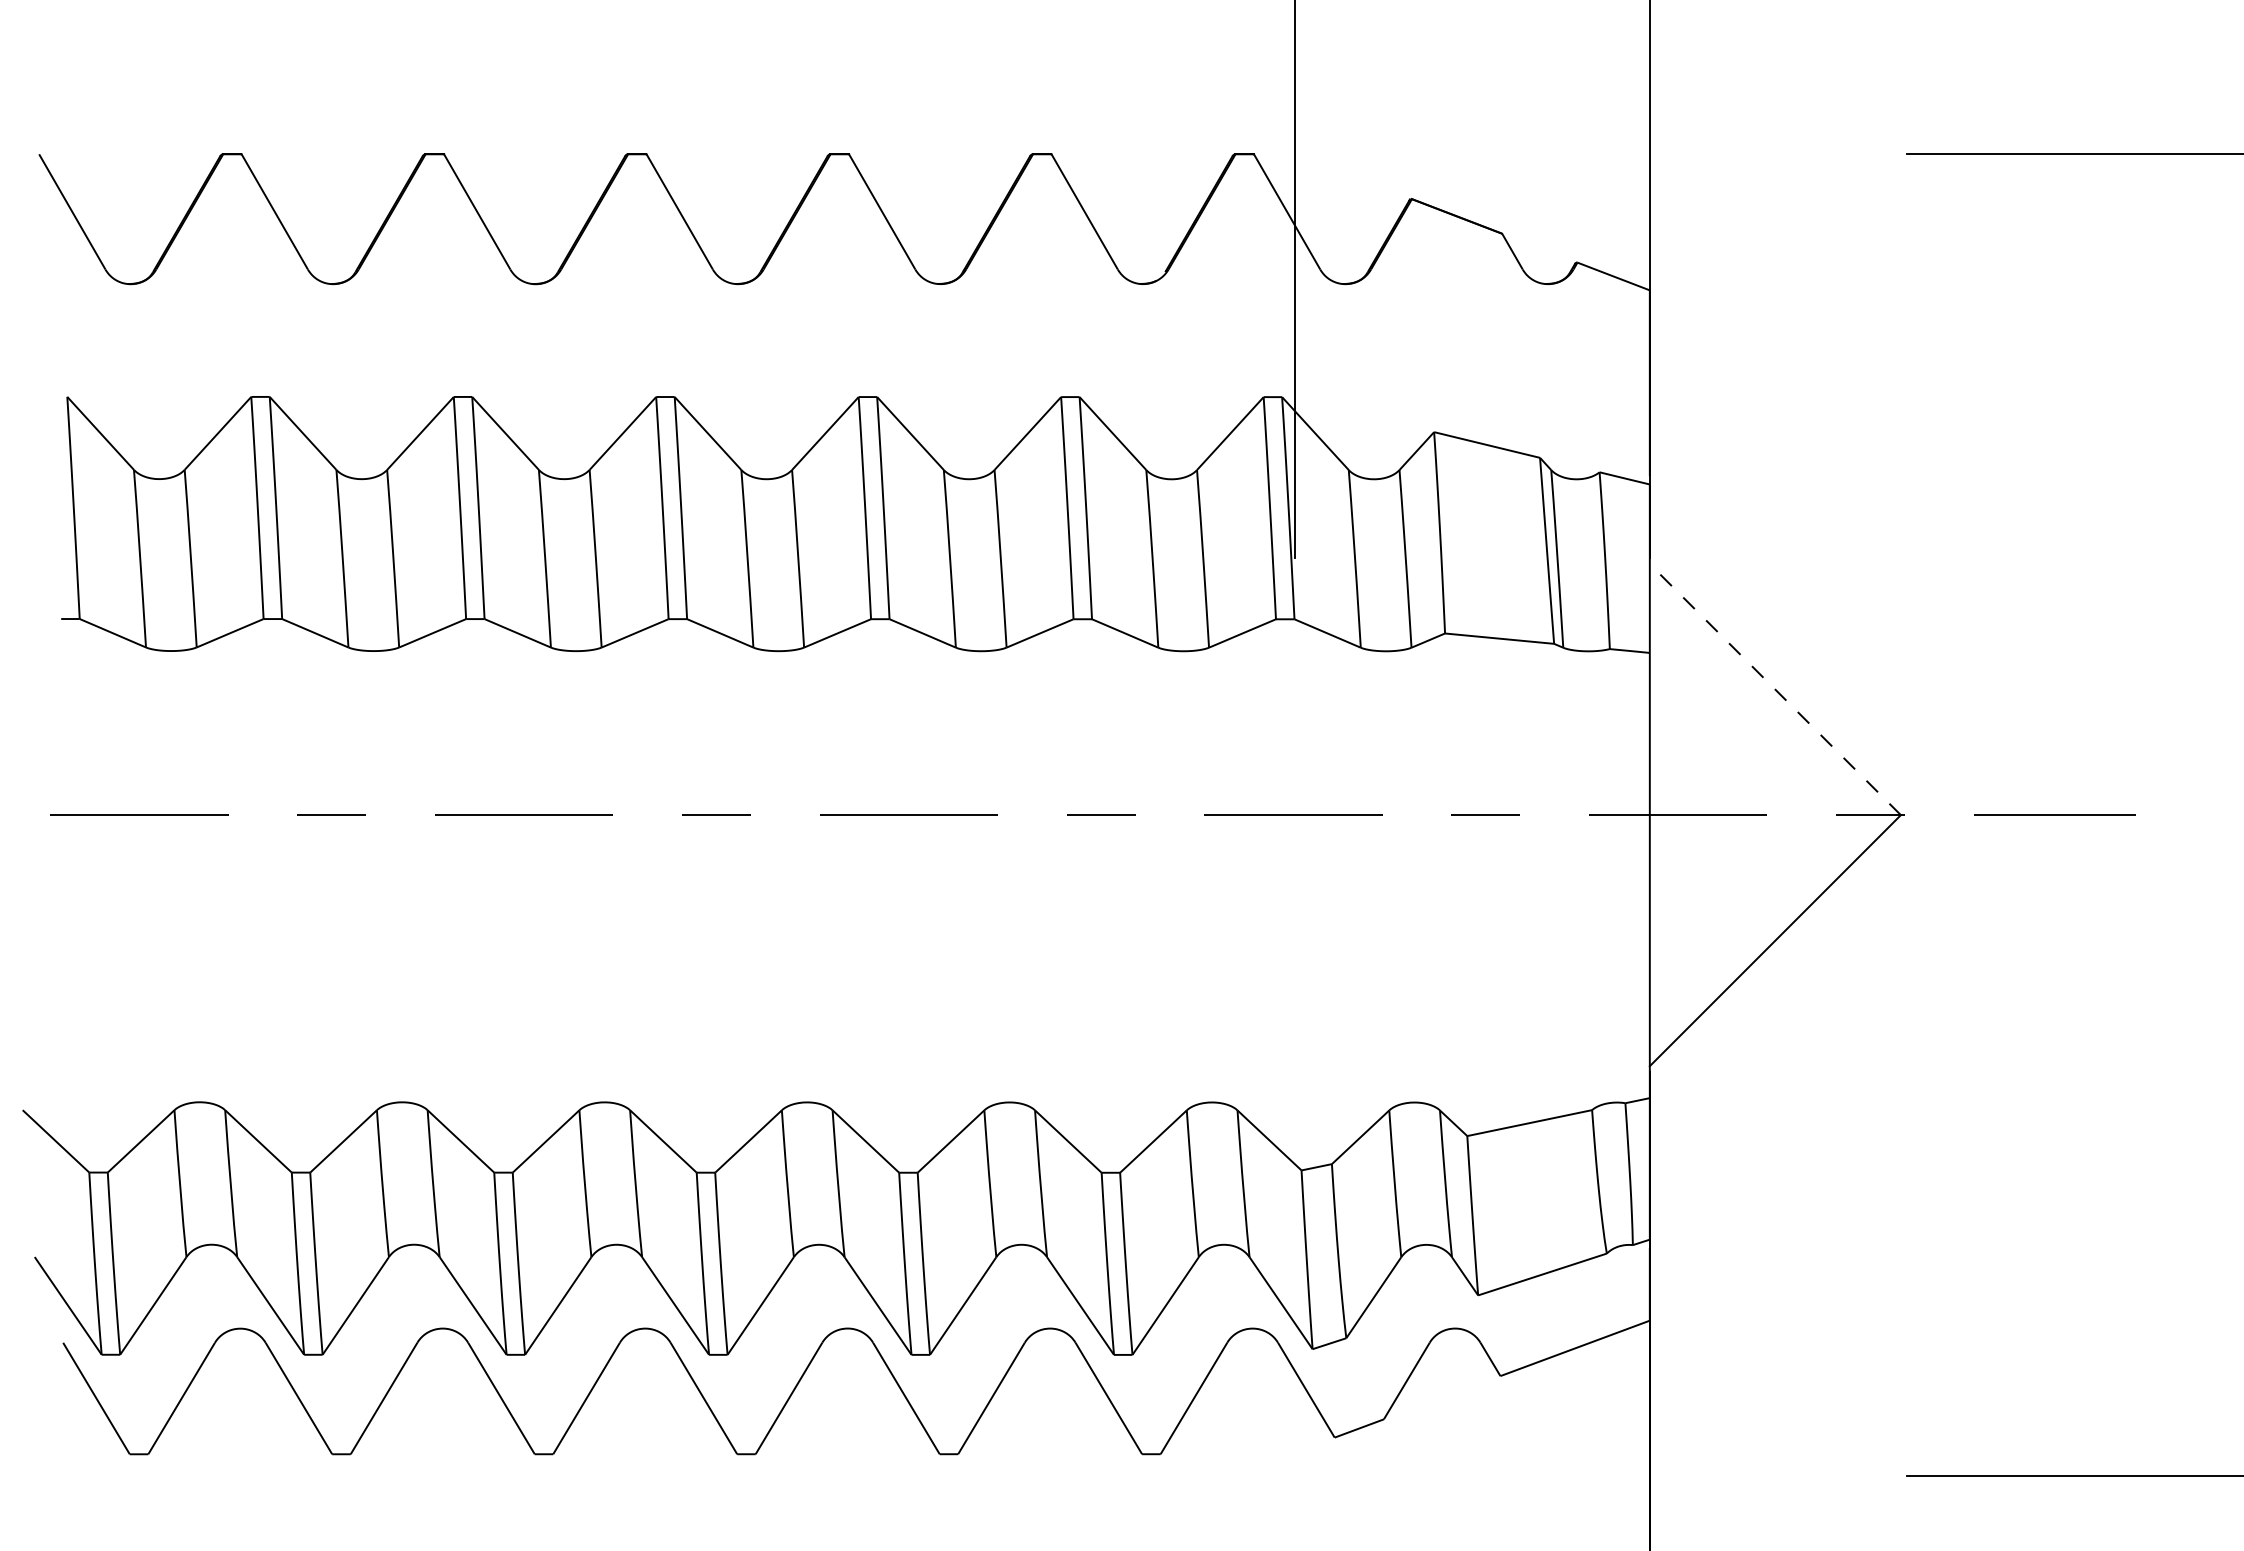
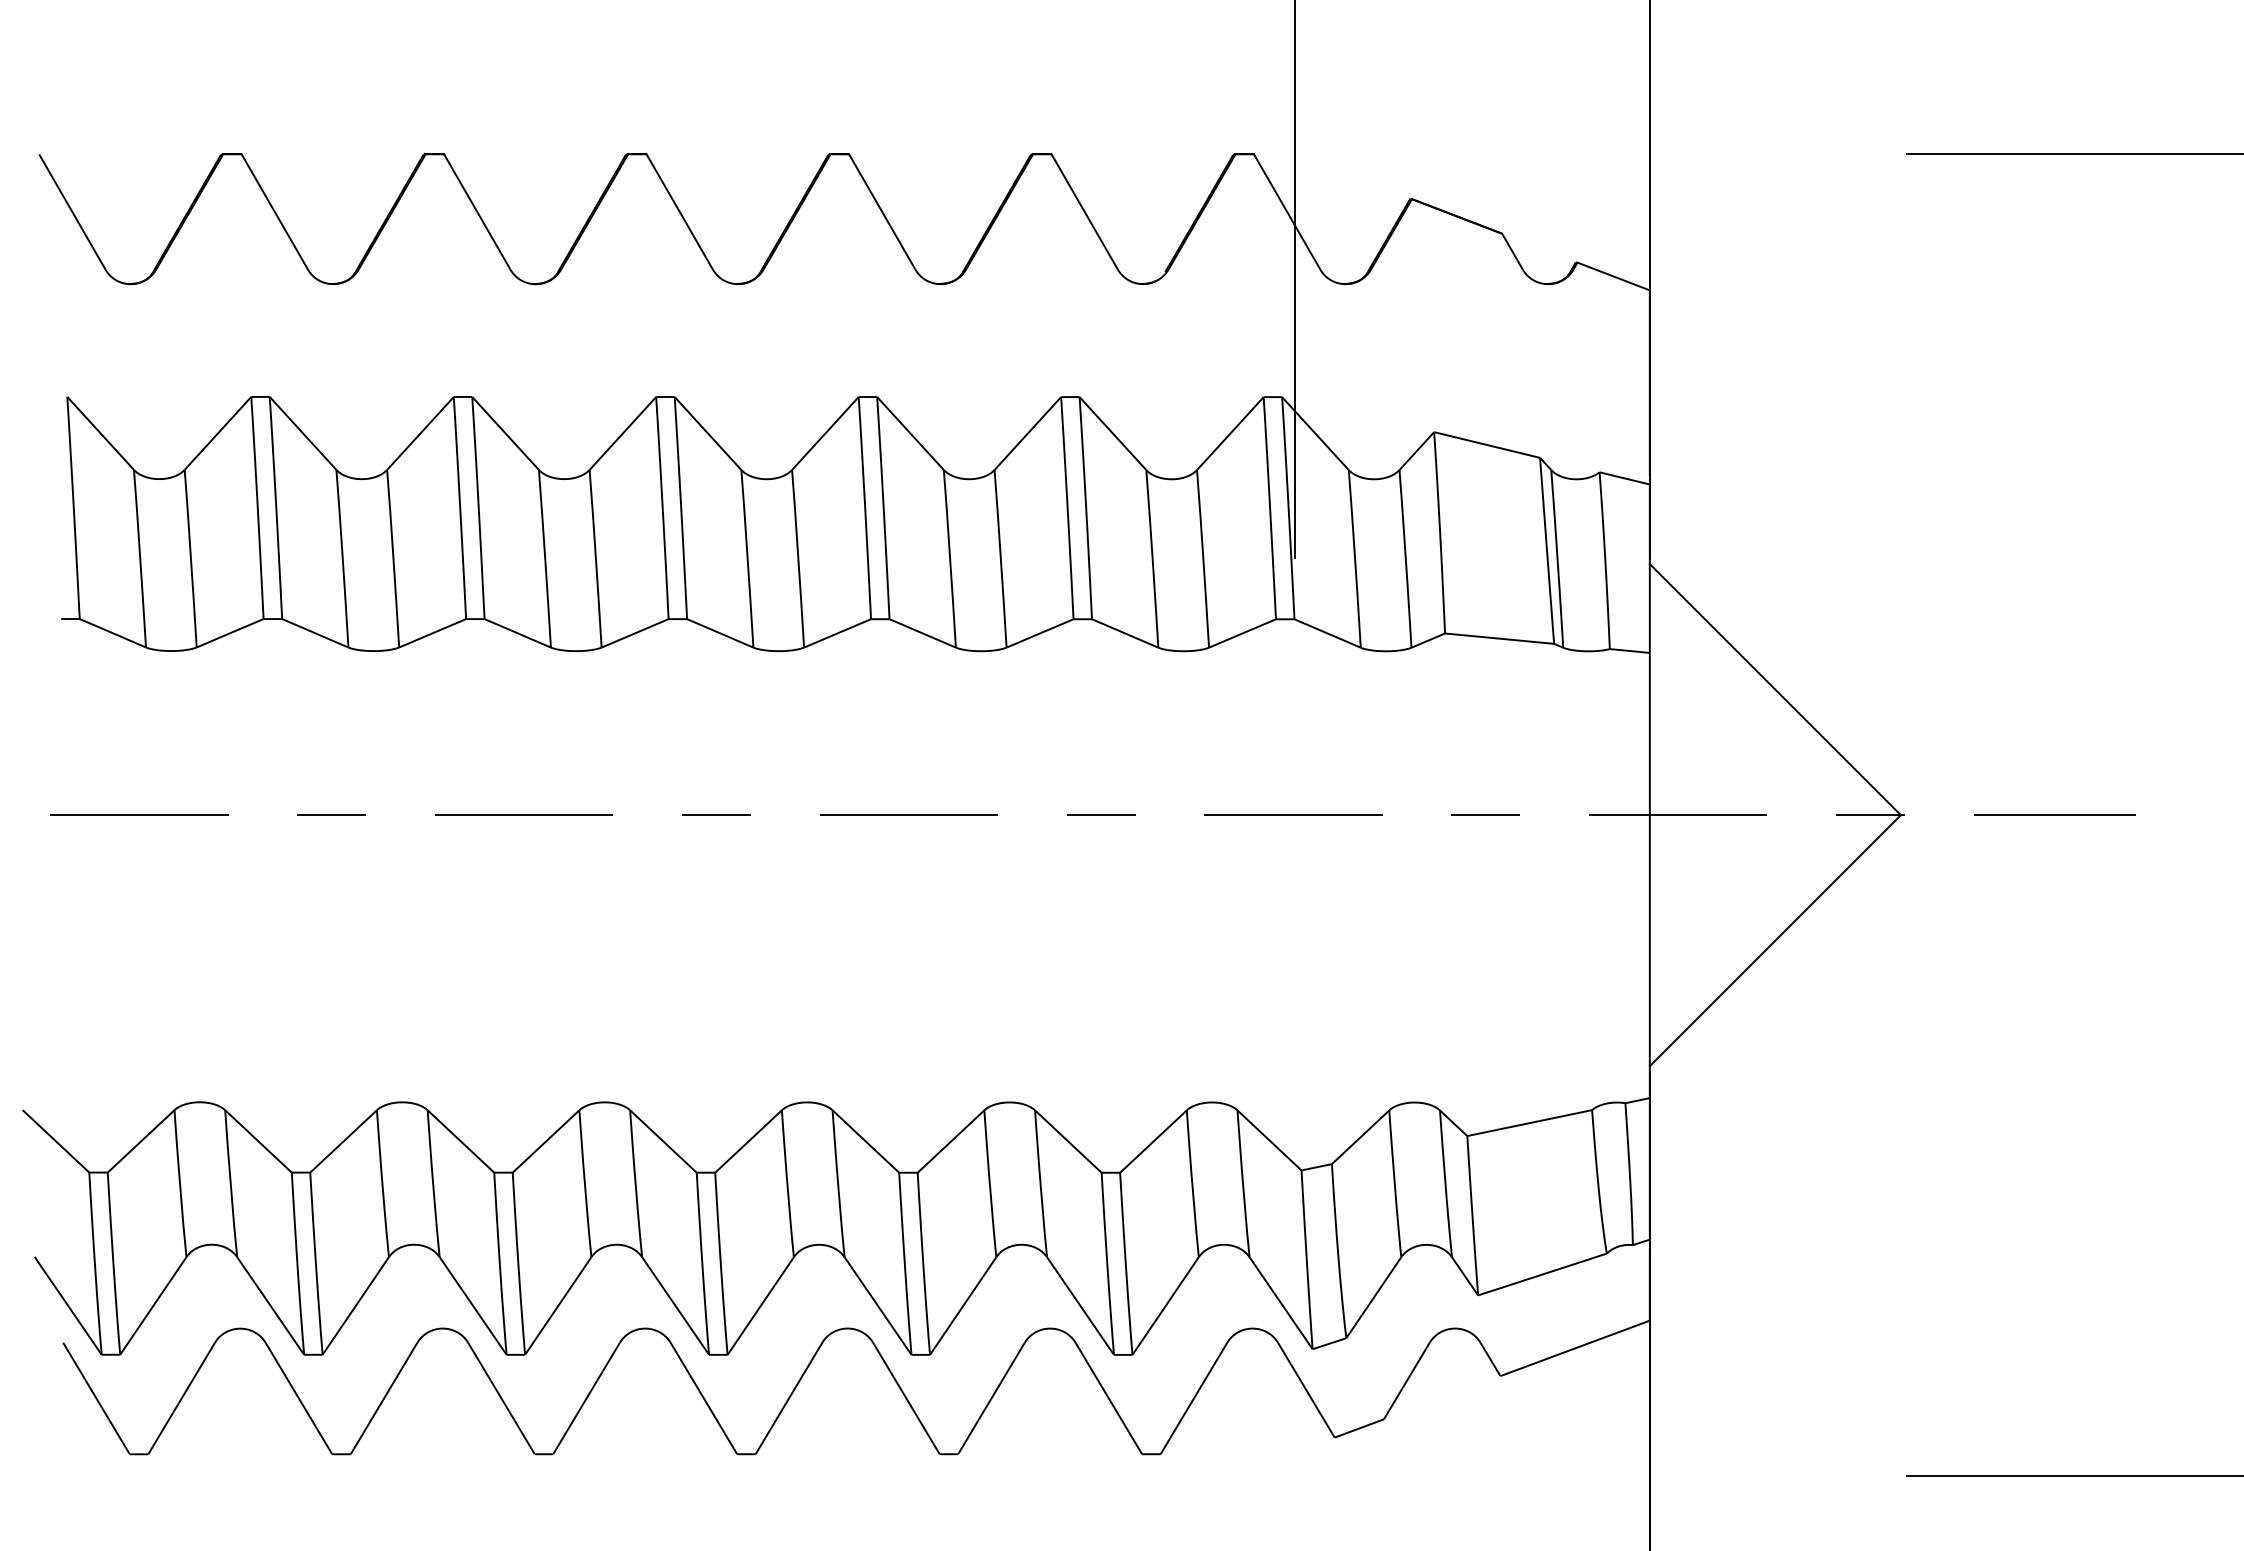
line at (1775, 689): dashed -> solid
